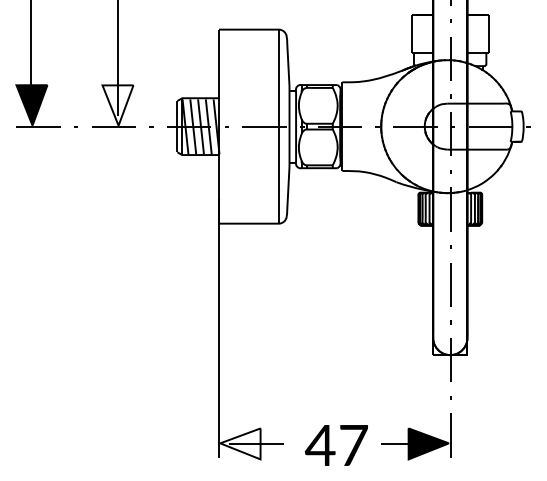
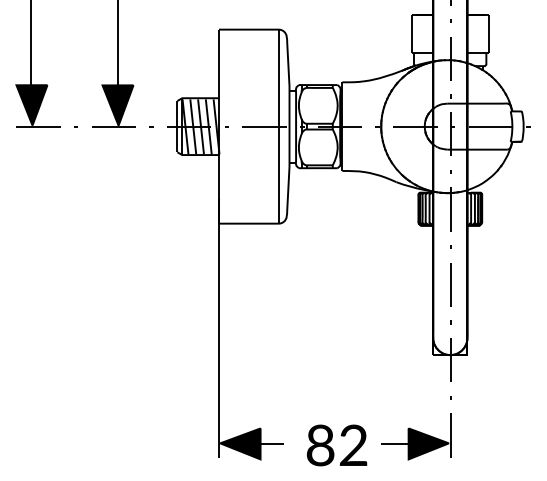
fill at (117, 105): none -> present
fill at (240, 443): none -> present
text at (335, 445): 47 -> 82
